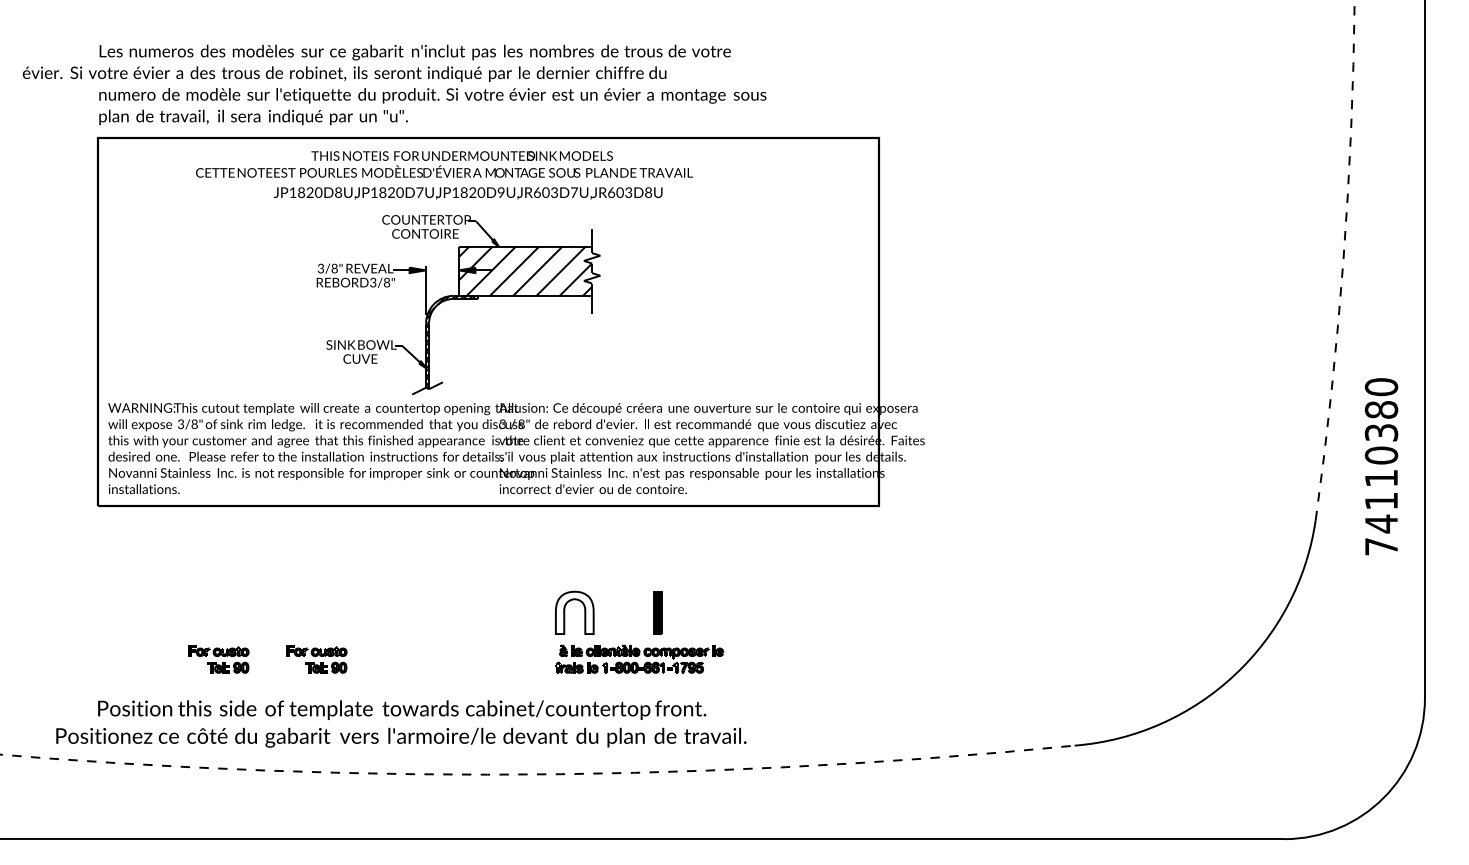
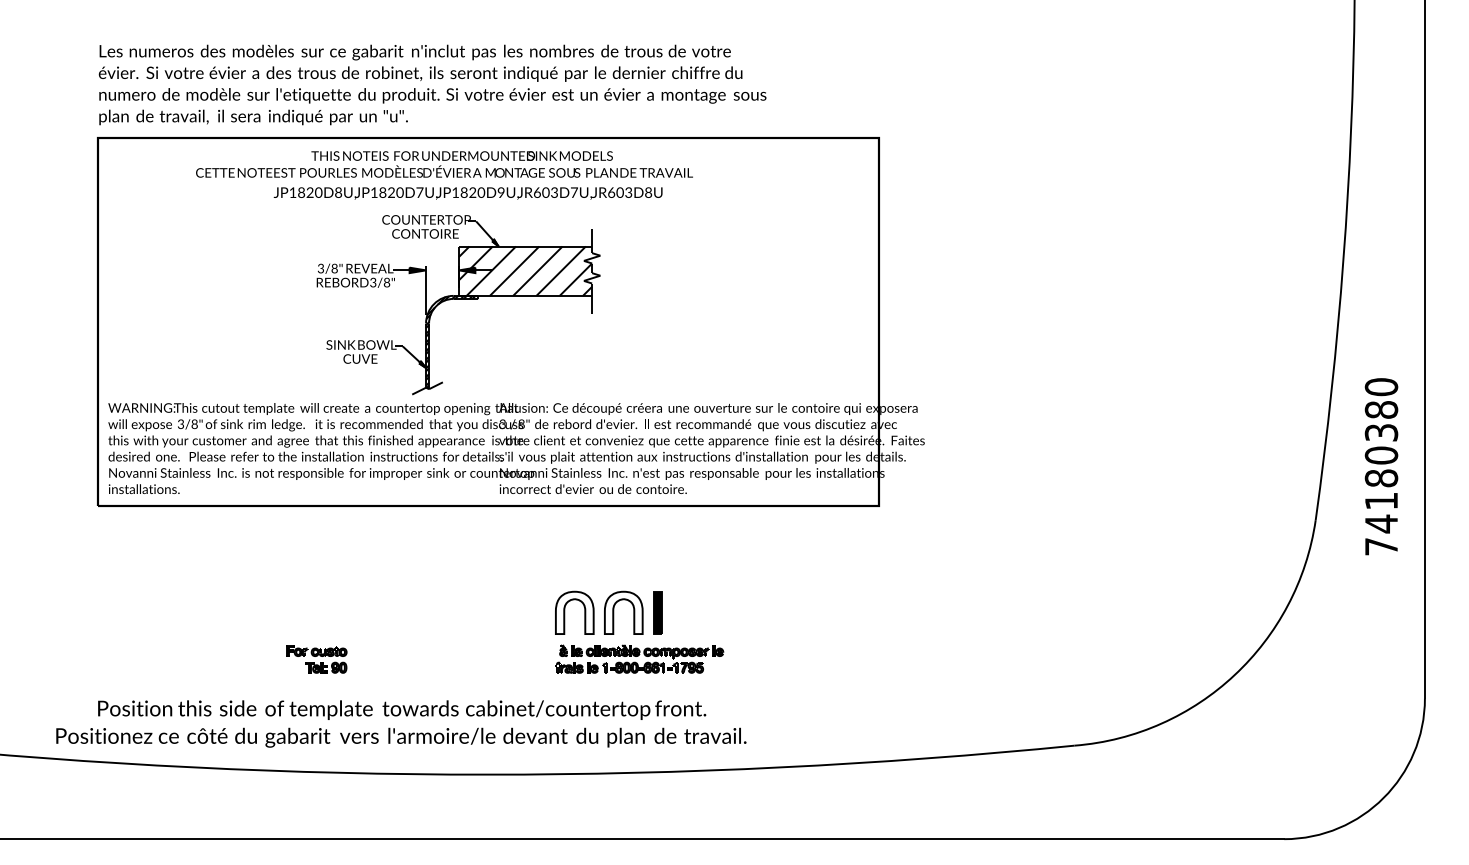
text at (344, 73) position: (344, 73) -> (420, 73)
arc at (1343, 260): dashed -> solid
text at (1381, 478): 74110380 -> 74180380
part at (614, 612): none -> present
part at (218, 659): present -> none
arc at (538, 774): dashed -> solid
